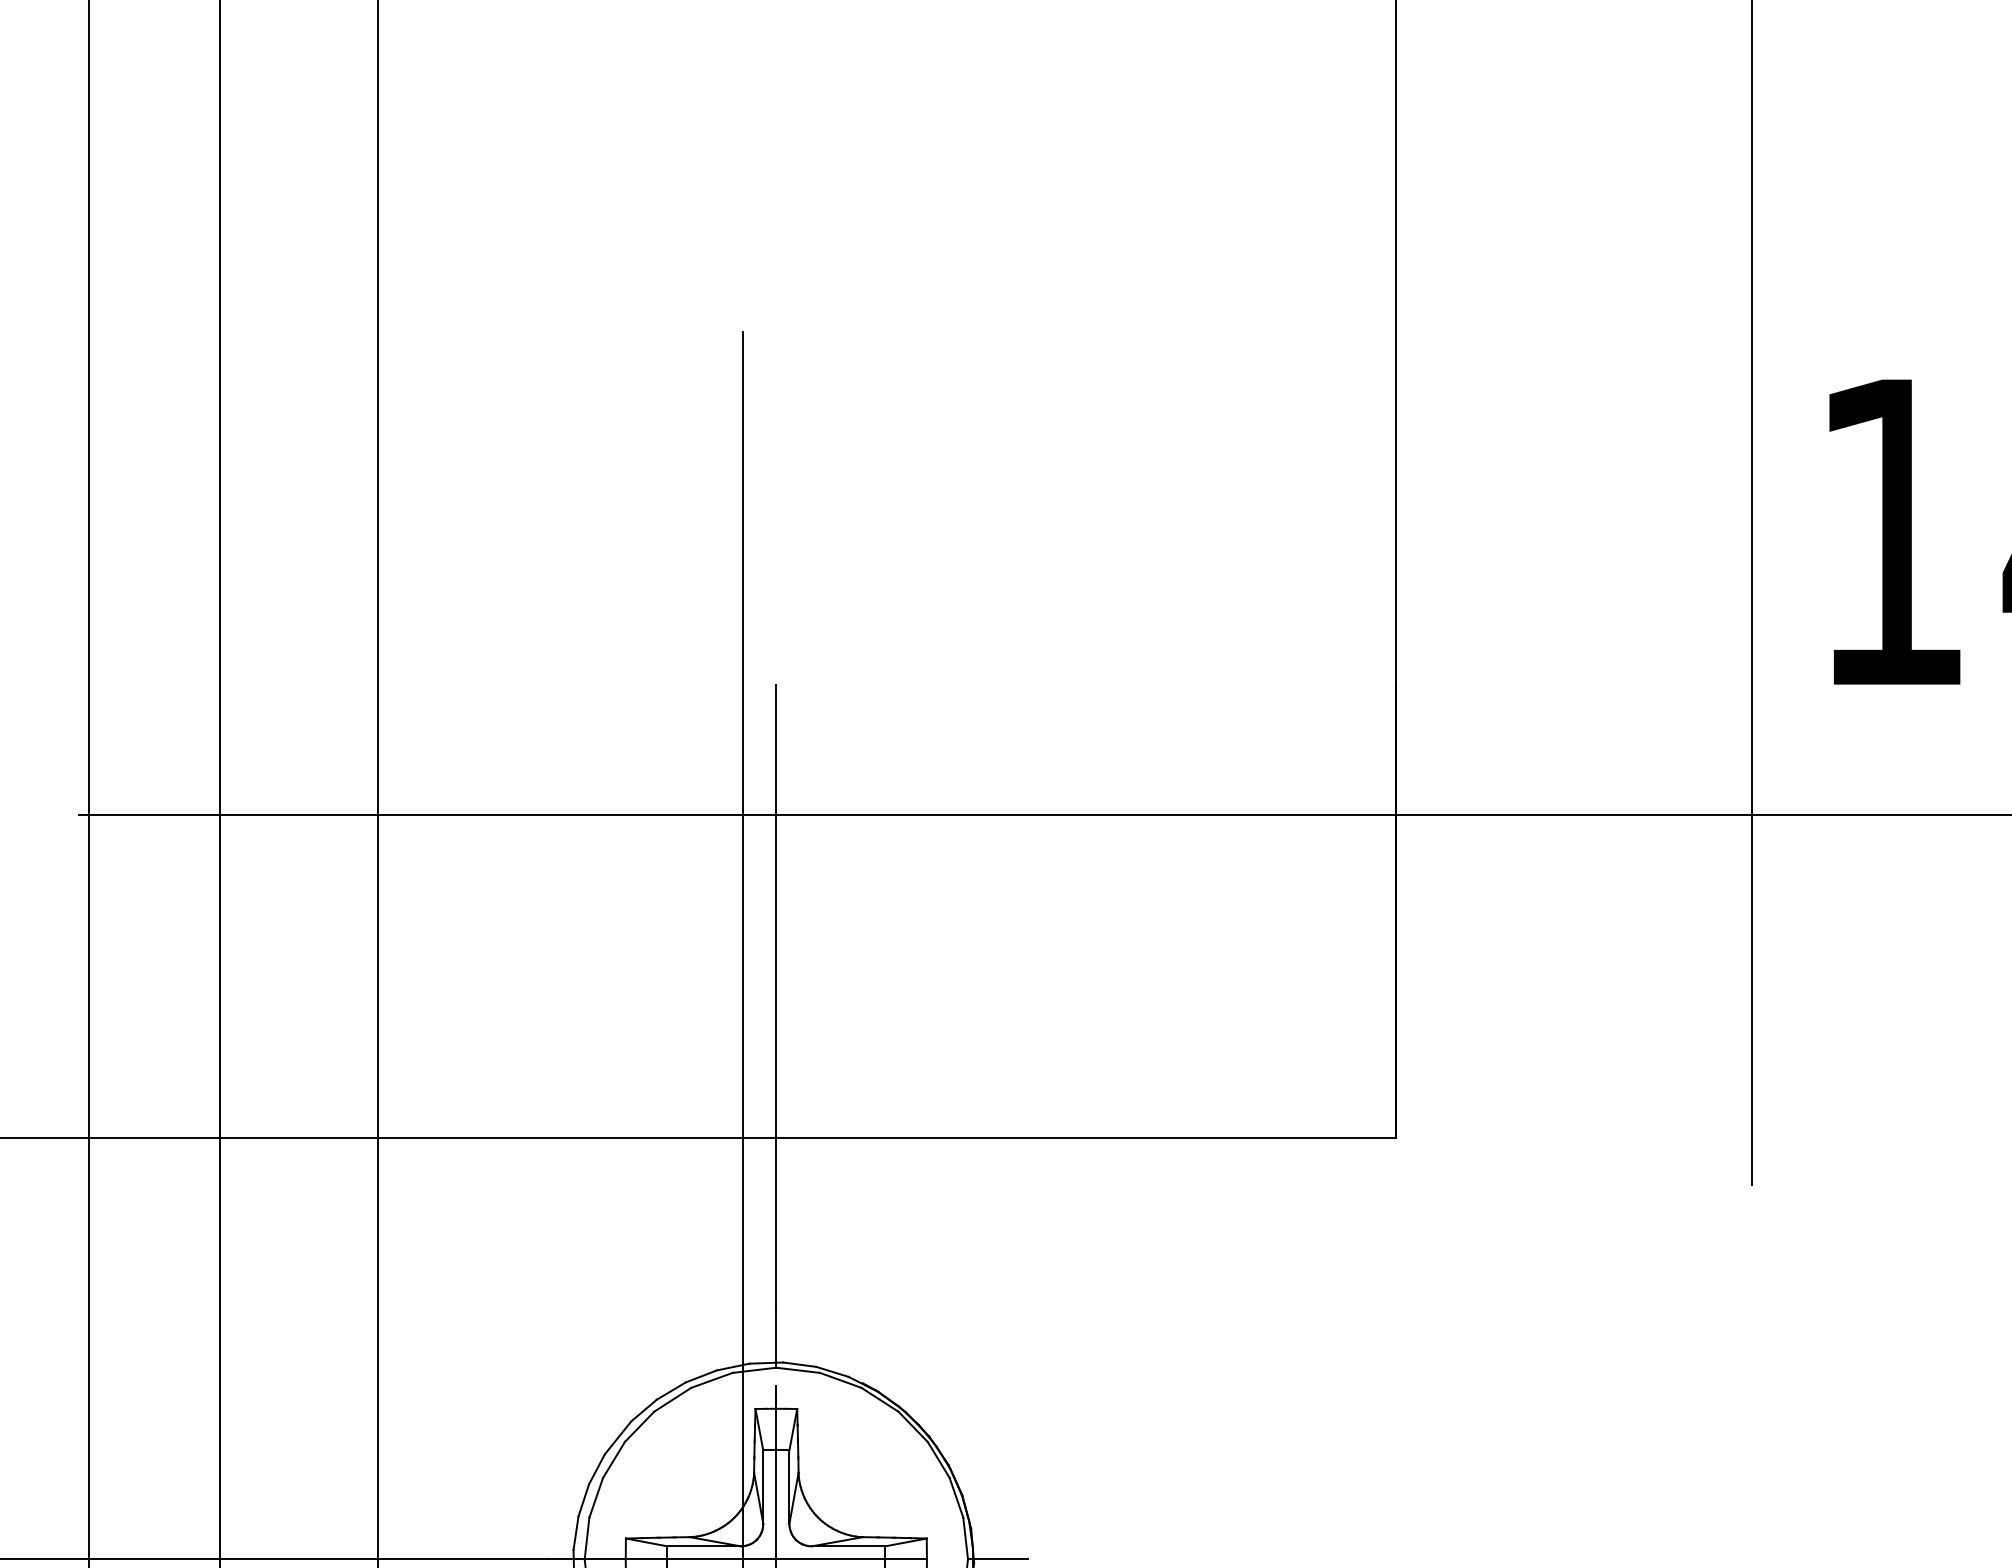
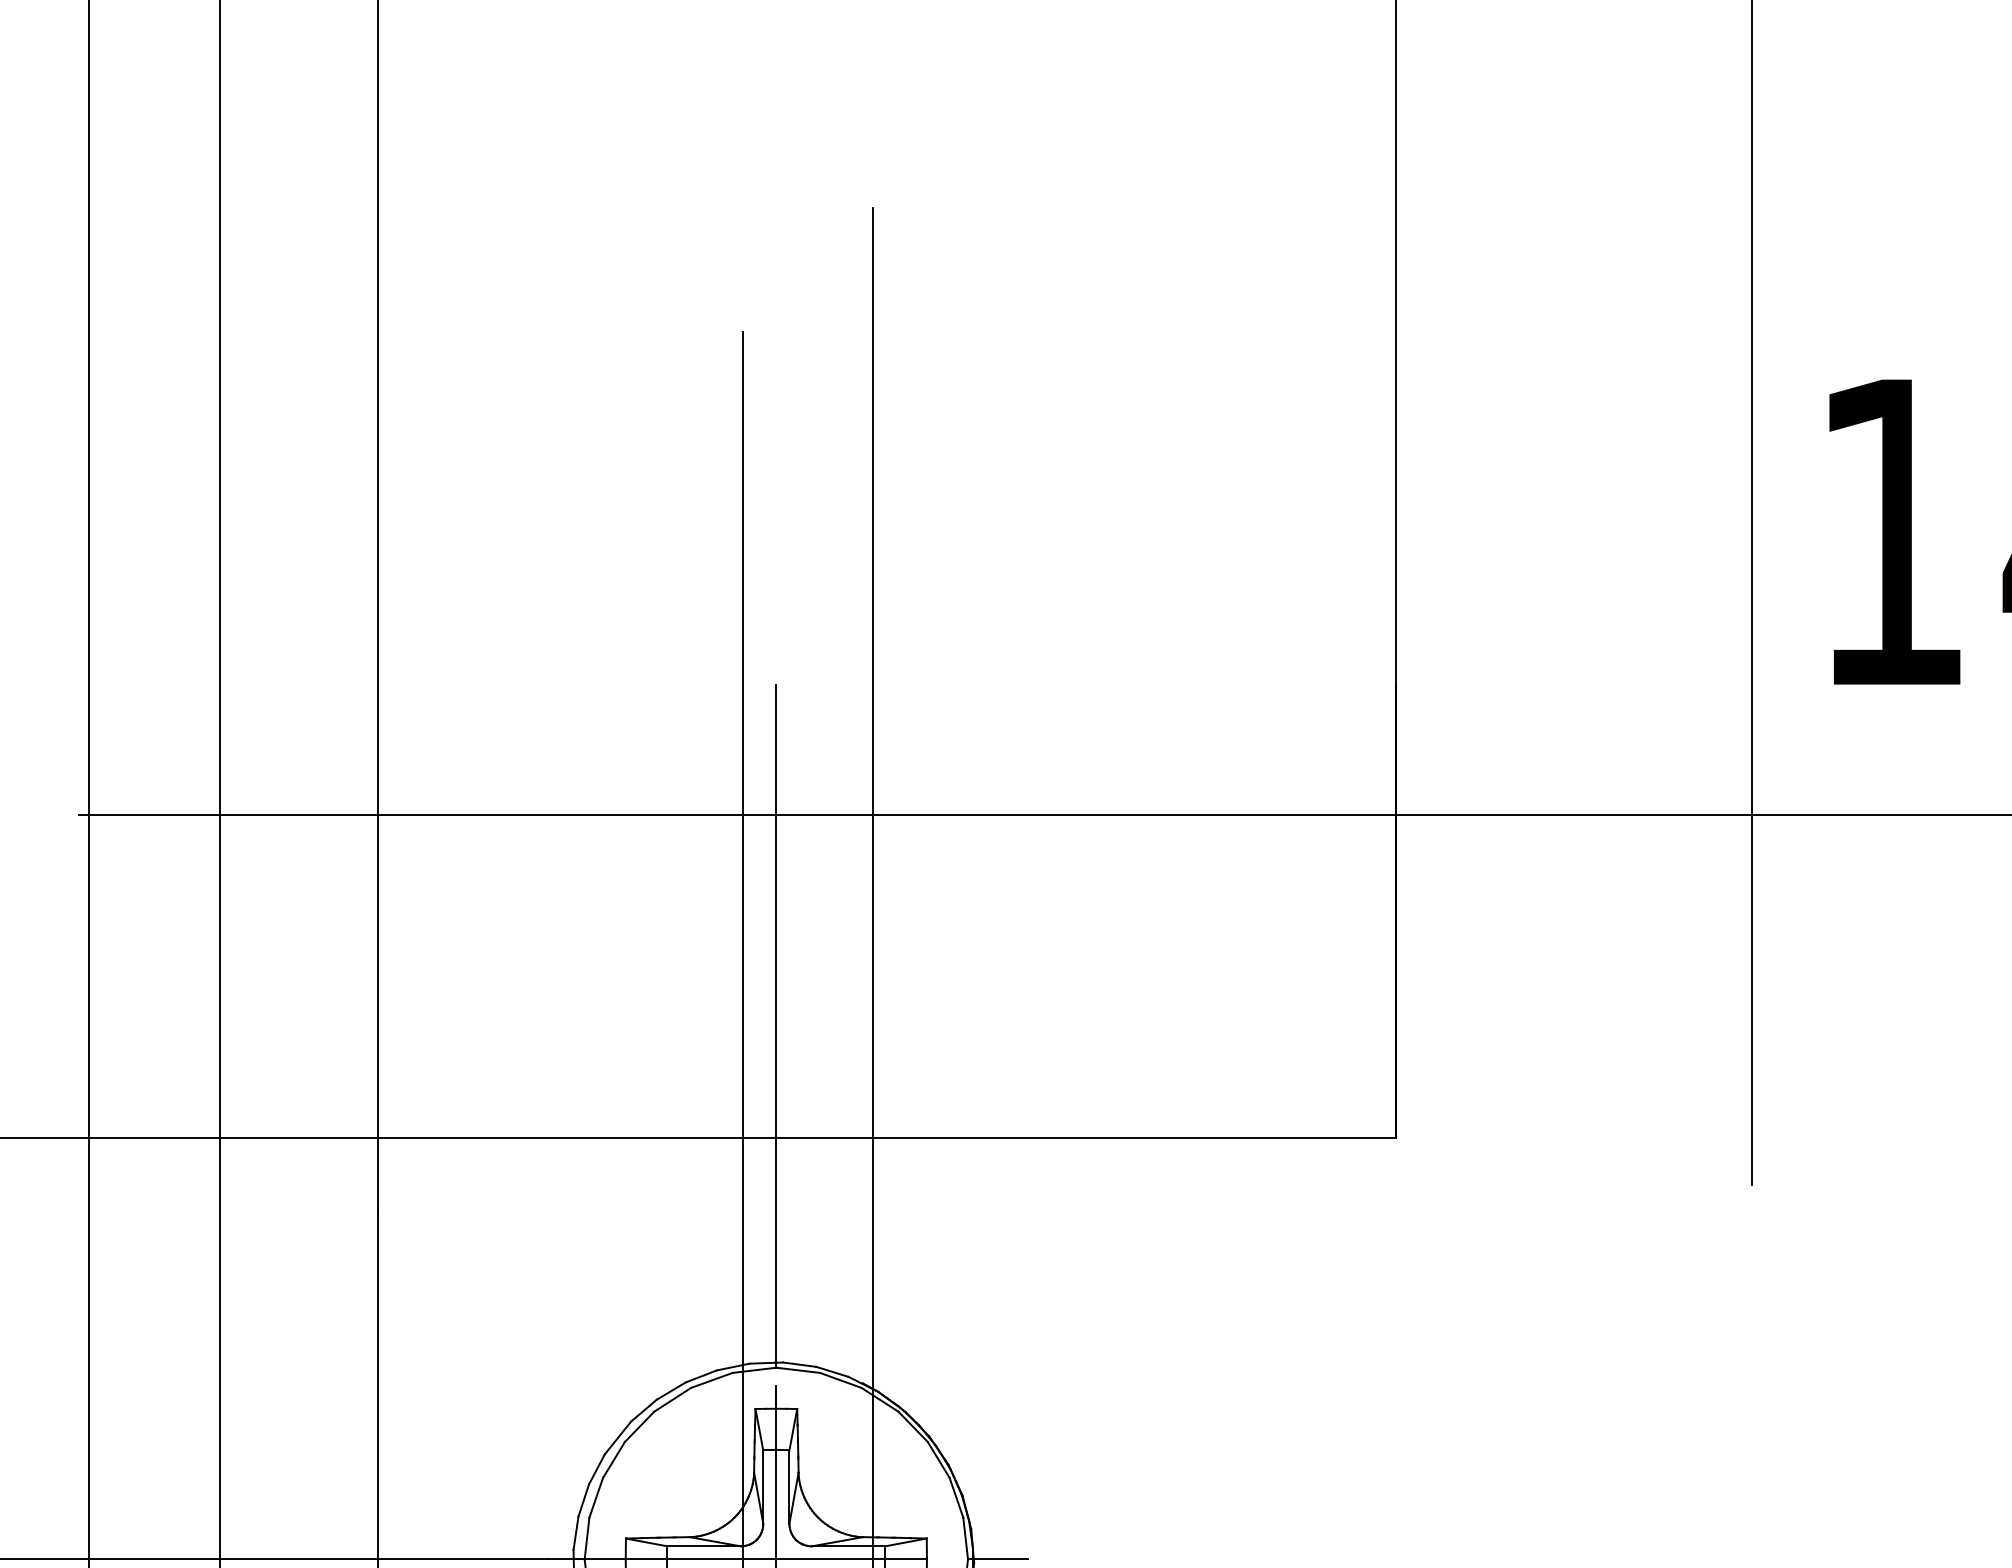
line at (873, 885): none -> present
